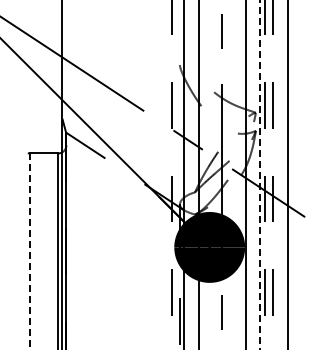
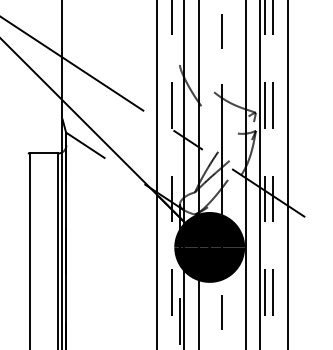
line at (156, 174): none -> present
line at (260, 175): dashed -> solid
line at (29, 251): dashed -> solid
